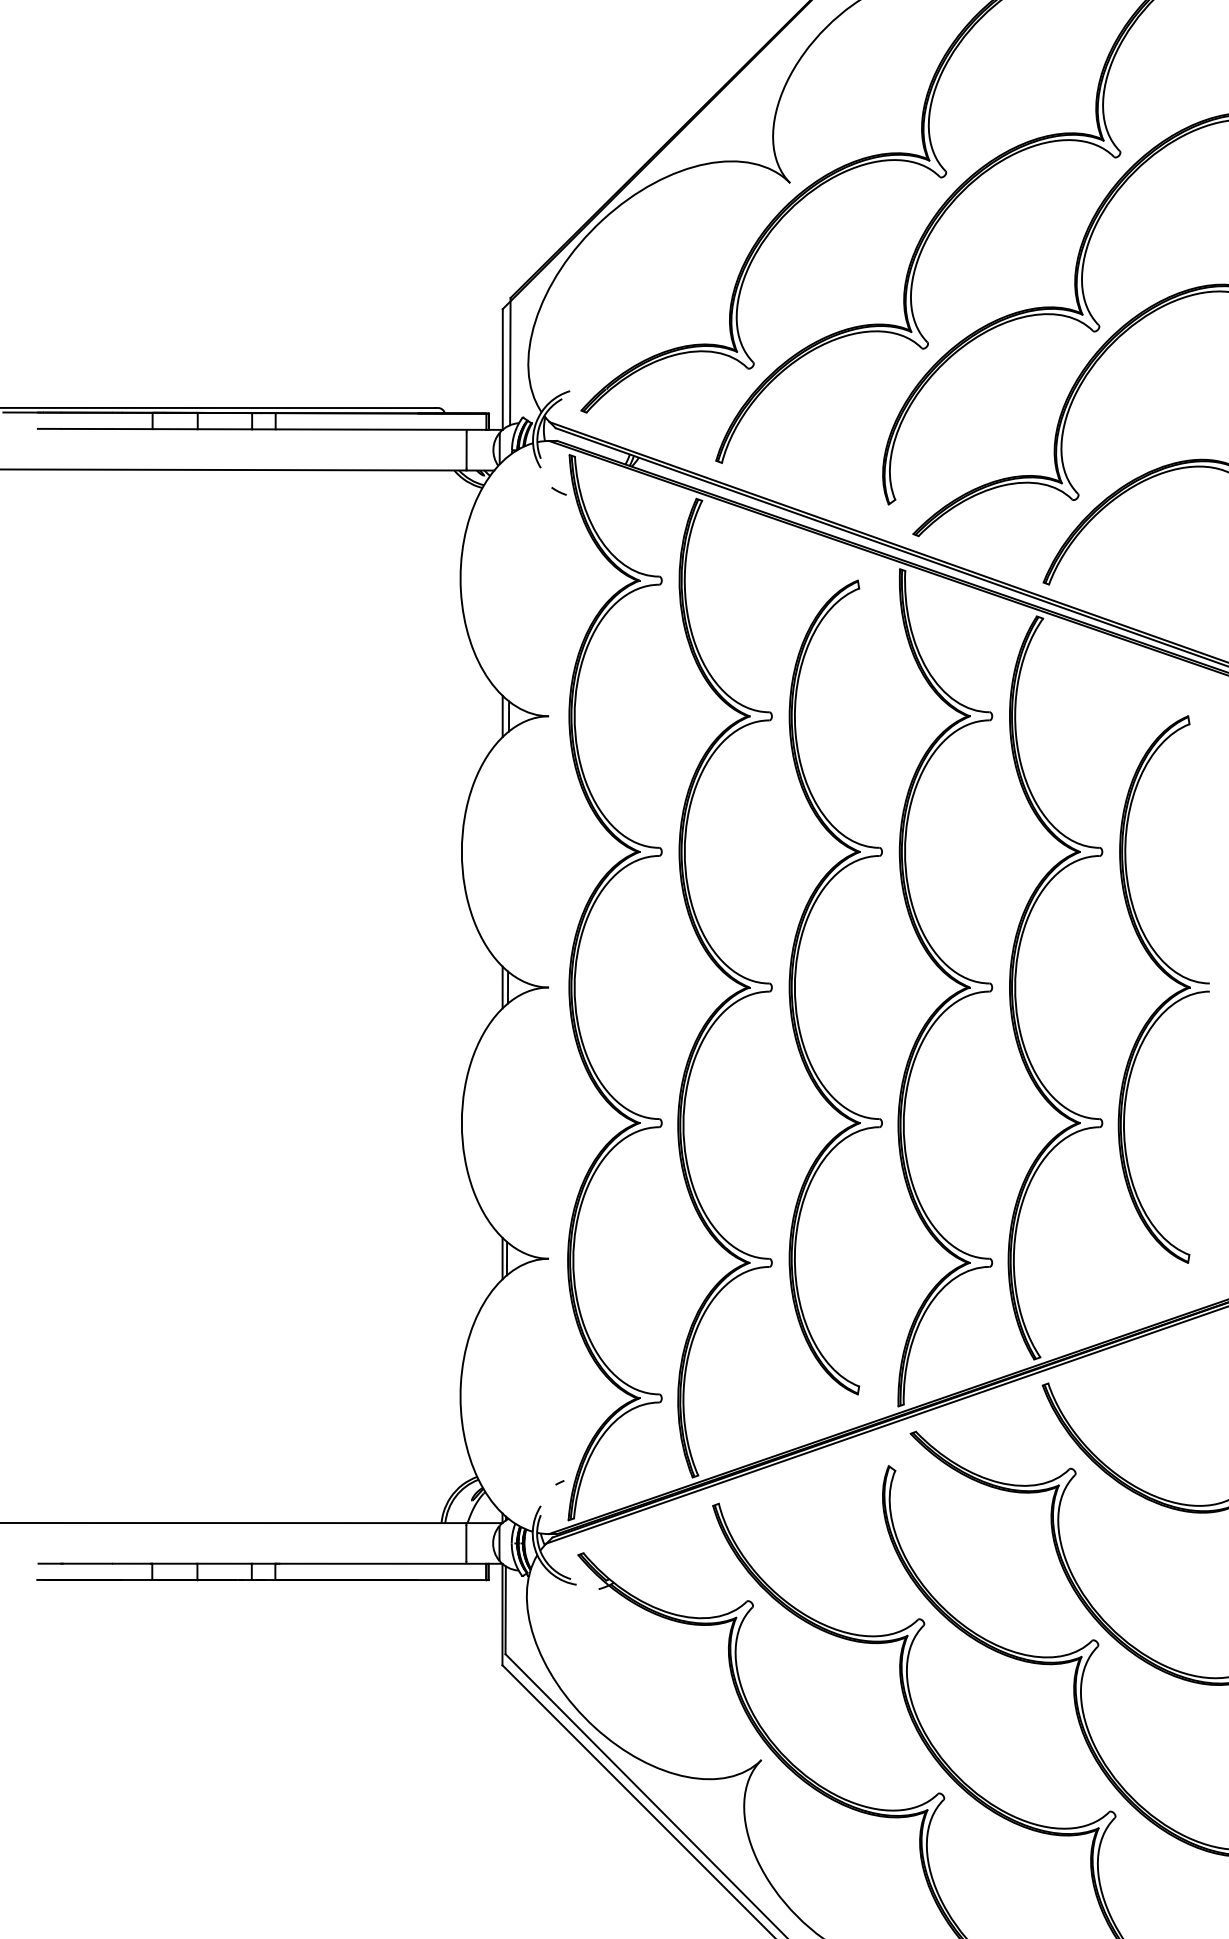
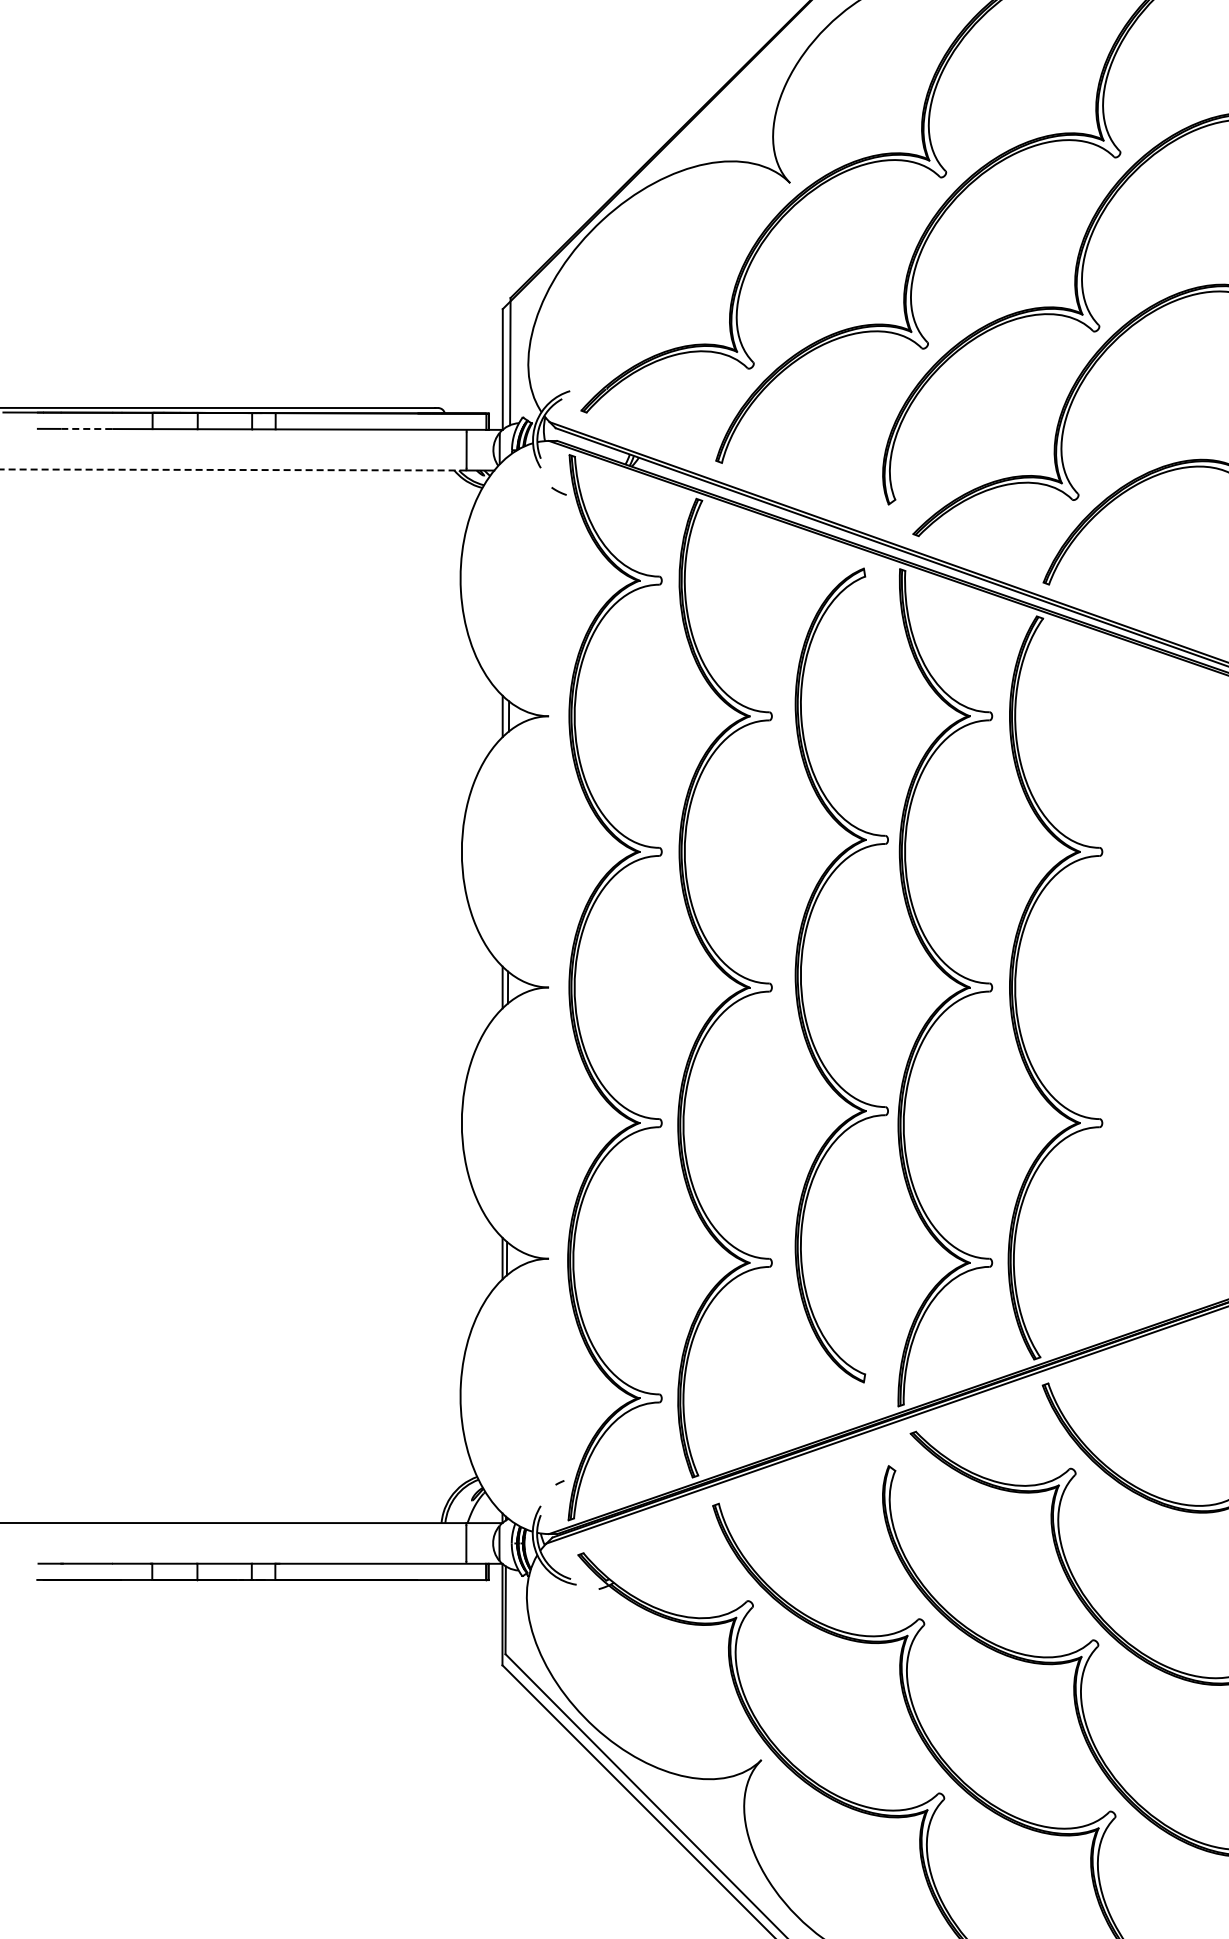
line at (86, 428): solid -> dashed
line at (233, 469): solid -> dashed
part at (795, 987) position: (795, 987) -> (801, 975)
part at (1169, 996): present -> none
